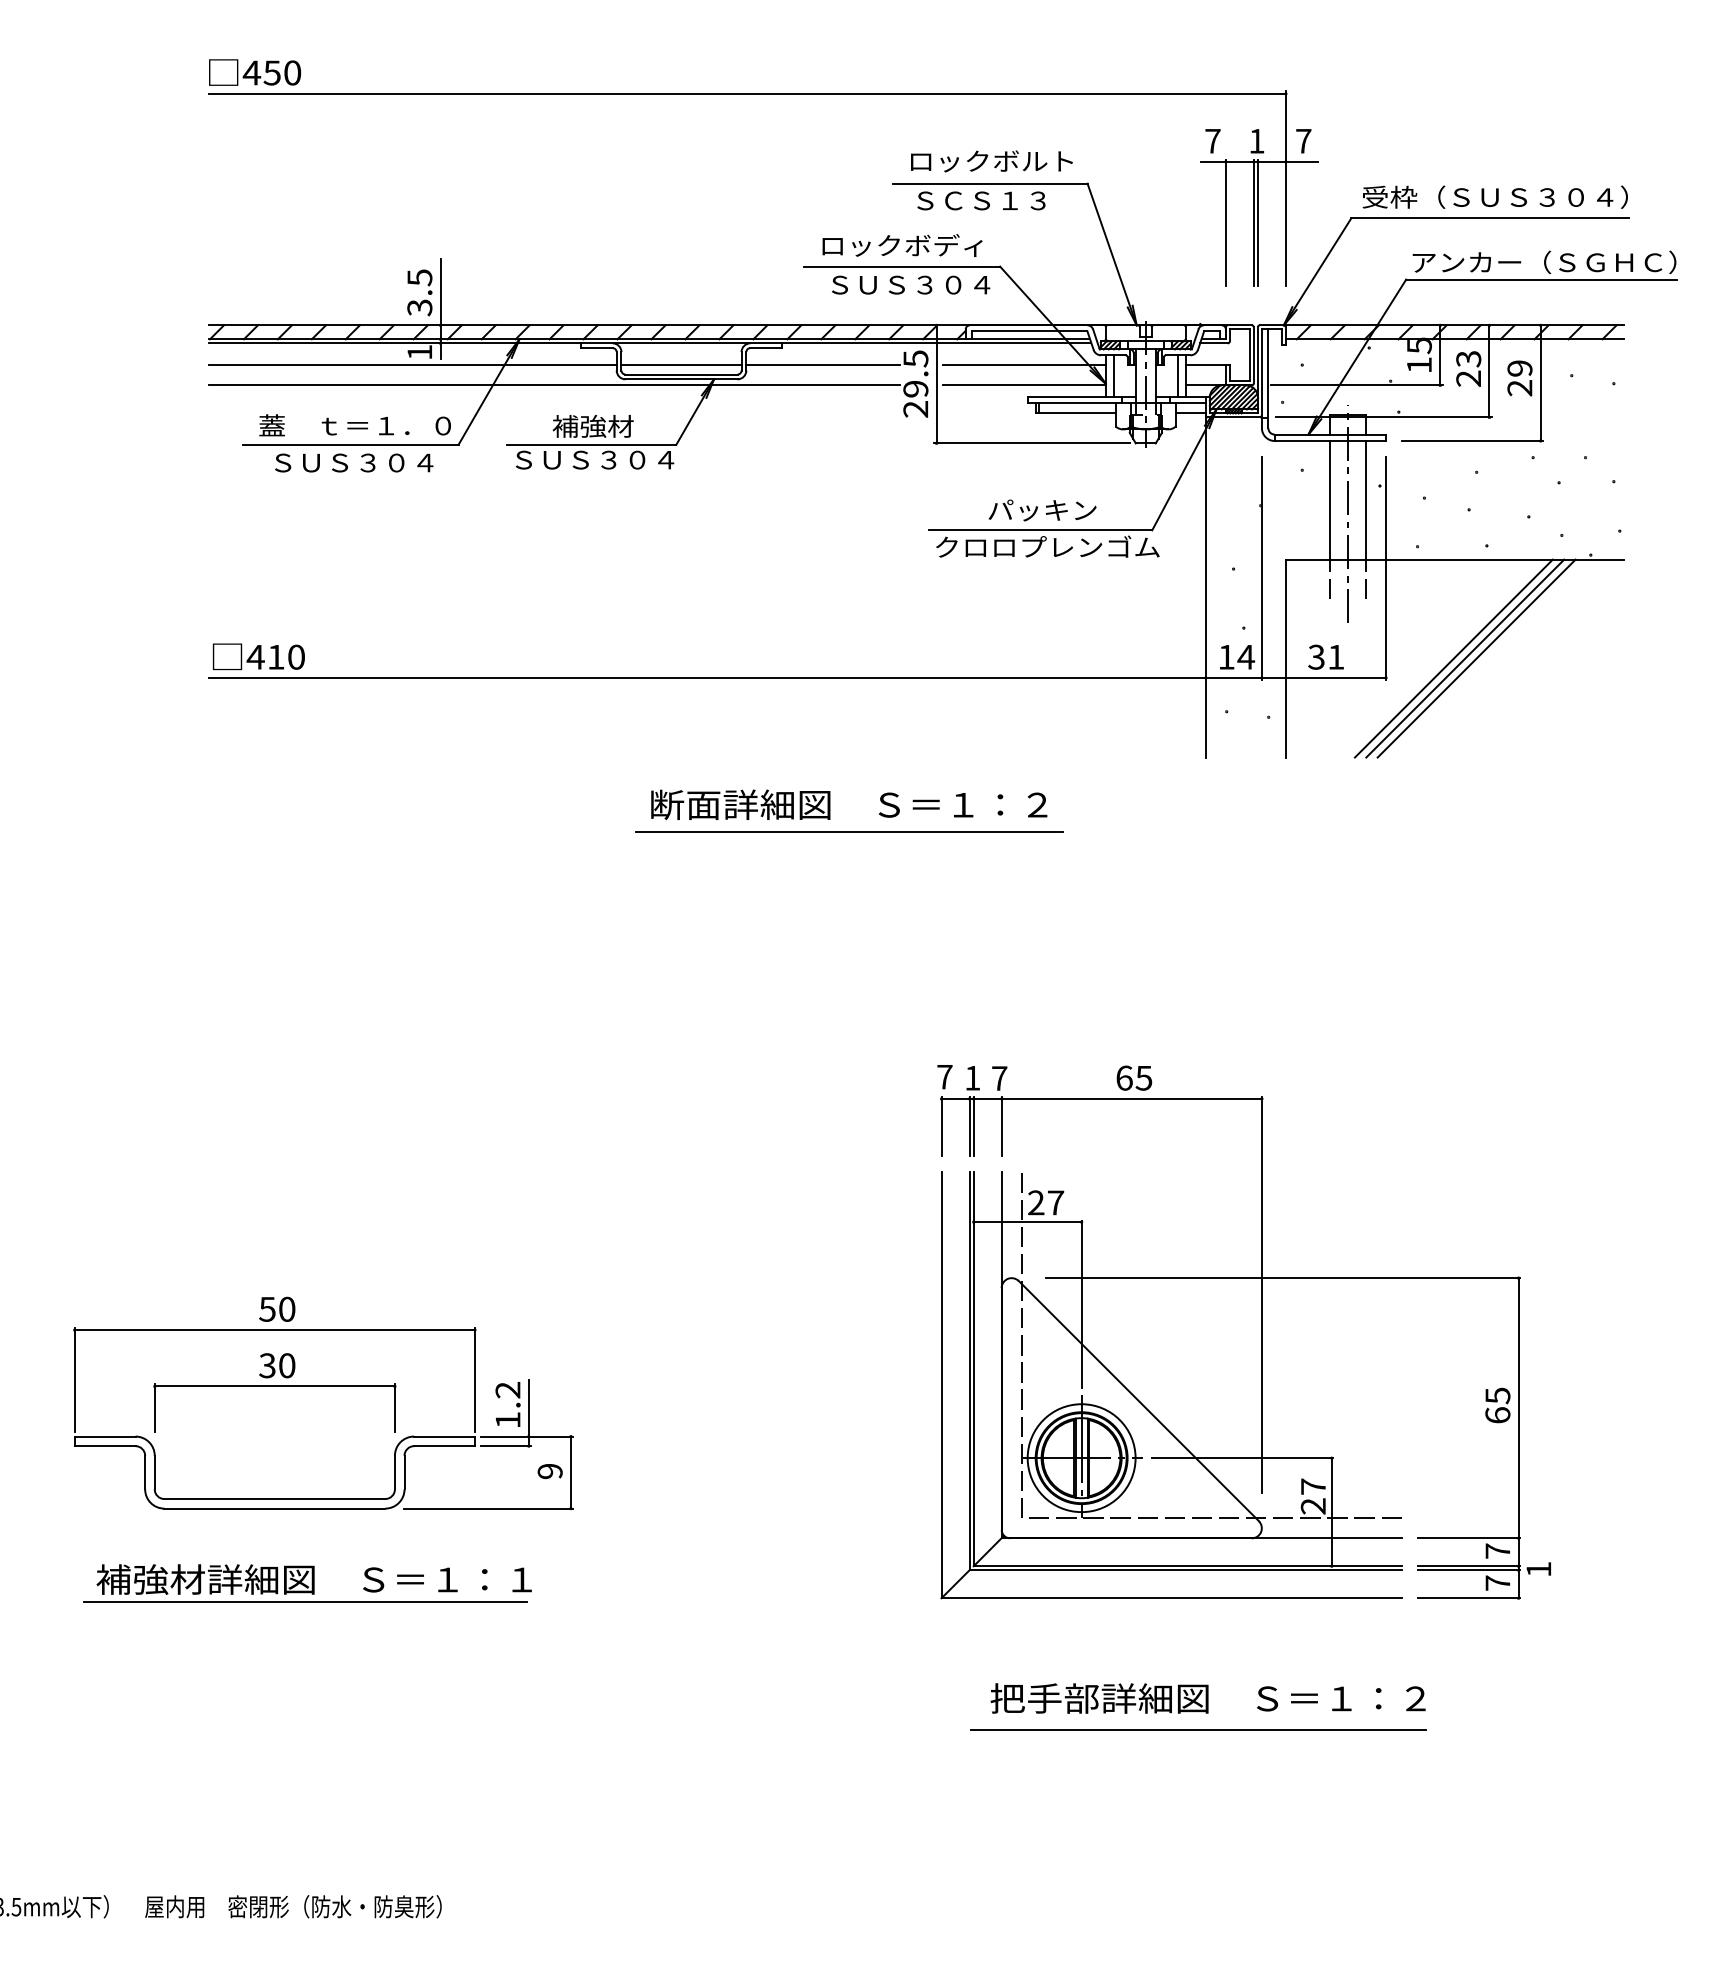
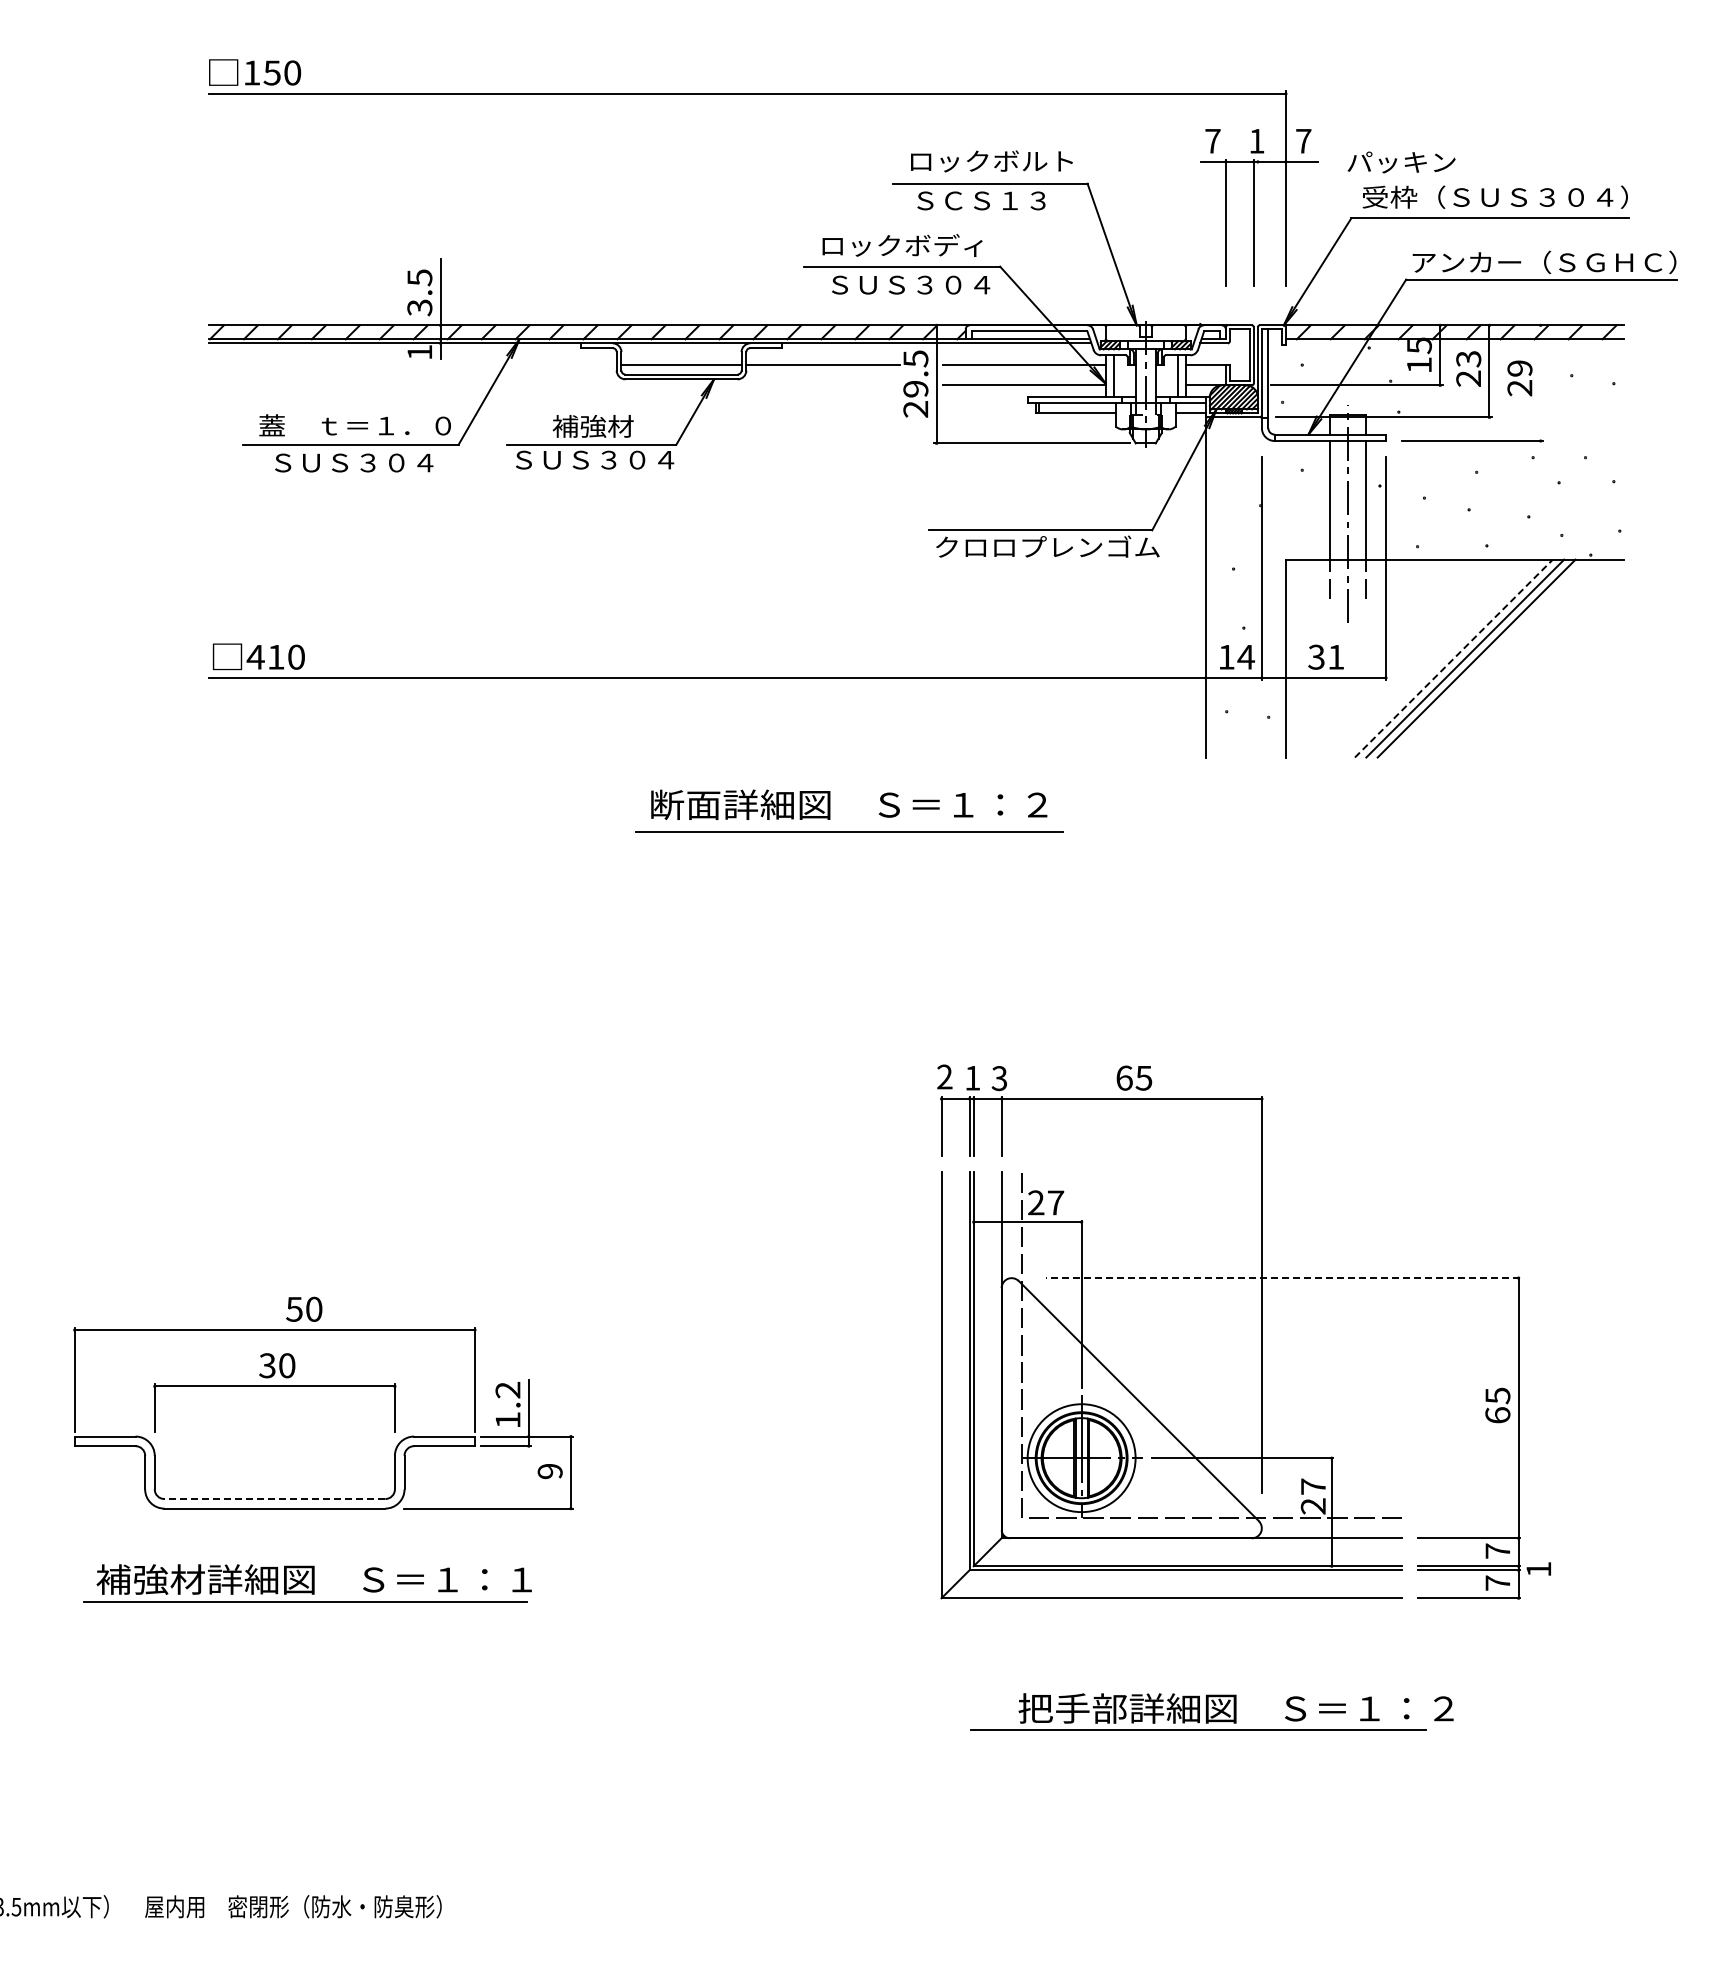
text at (251, 72): 450 -> 150
line at (1257, 222): present -> none
line at (412, 365): present -> none
line at (1540, 383): present -> none
line at (554, 385): present -> none
text at (1042, 510) position: (1042, 510) -> (1401, 162)
line at (1453, 658): solid -> dashed
text at (944, 1076): 7 -> 2
text at (999, 1078): 7 -> 3
line at (1282, 1278): solid -> dashed
text at (277, 1308) position: (277, 1308) -> (304, 1308)
line at (274, 1499): solid -> dashed
text at (1207, 1698) position: (1207, 1698) -> (1235, 1708)
